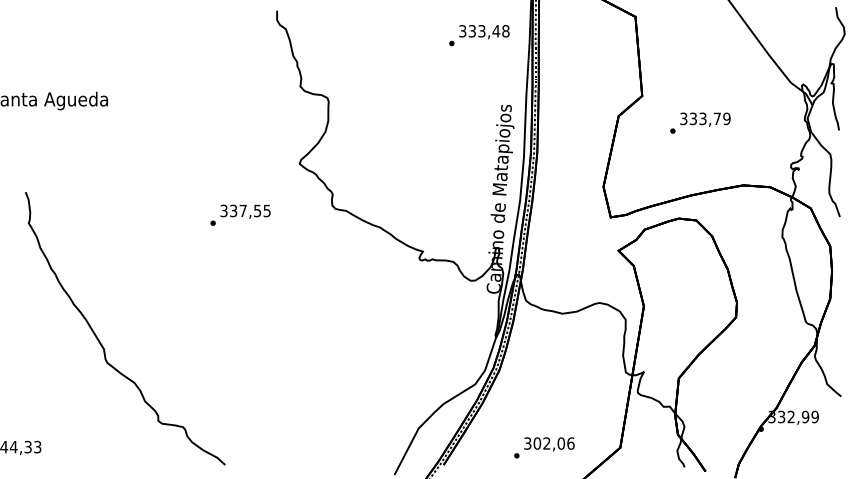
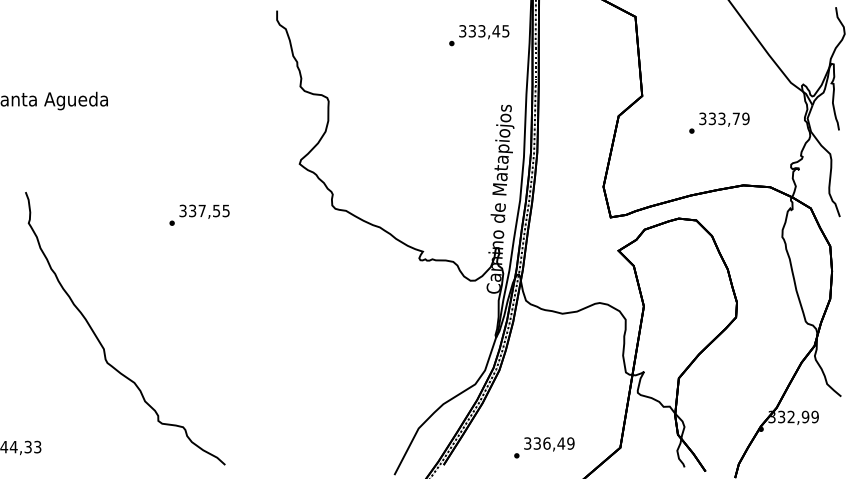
text at (505, 31): 333,48 -> 333,45
text at (700, 122) position: (700, 122) -> (719, 122)
text at (240, 214) position: (240, 214) -> (199, 214)
text at (553, 443): 302,06 -> 336,49
